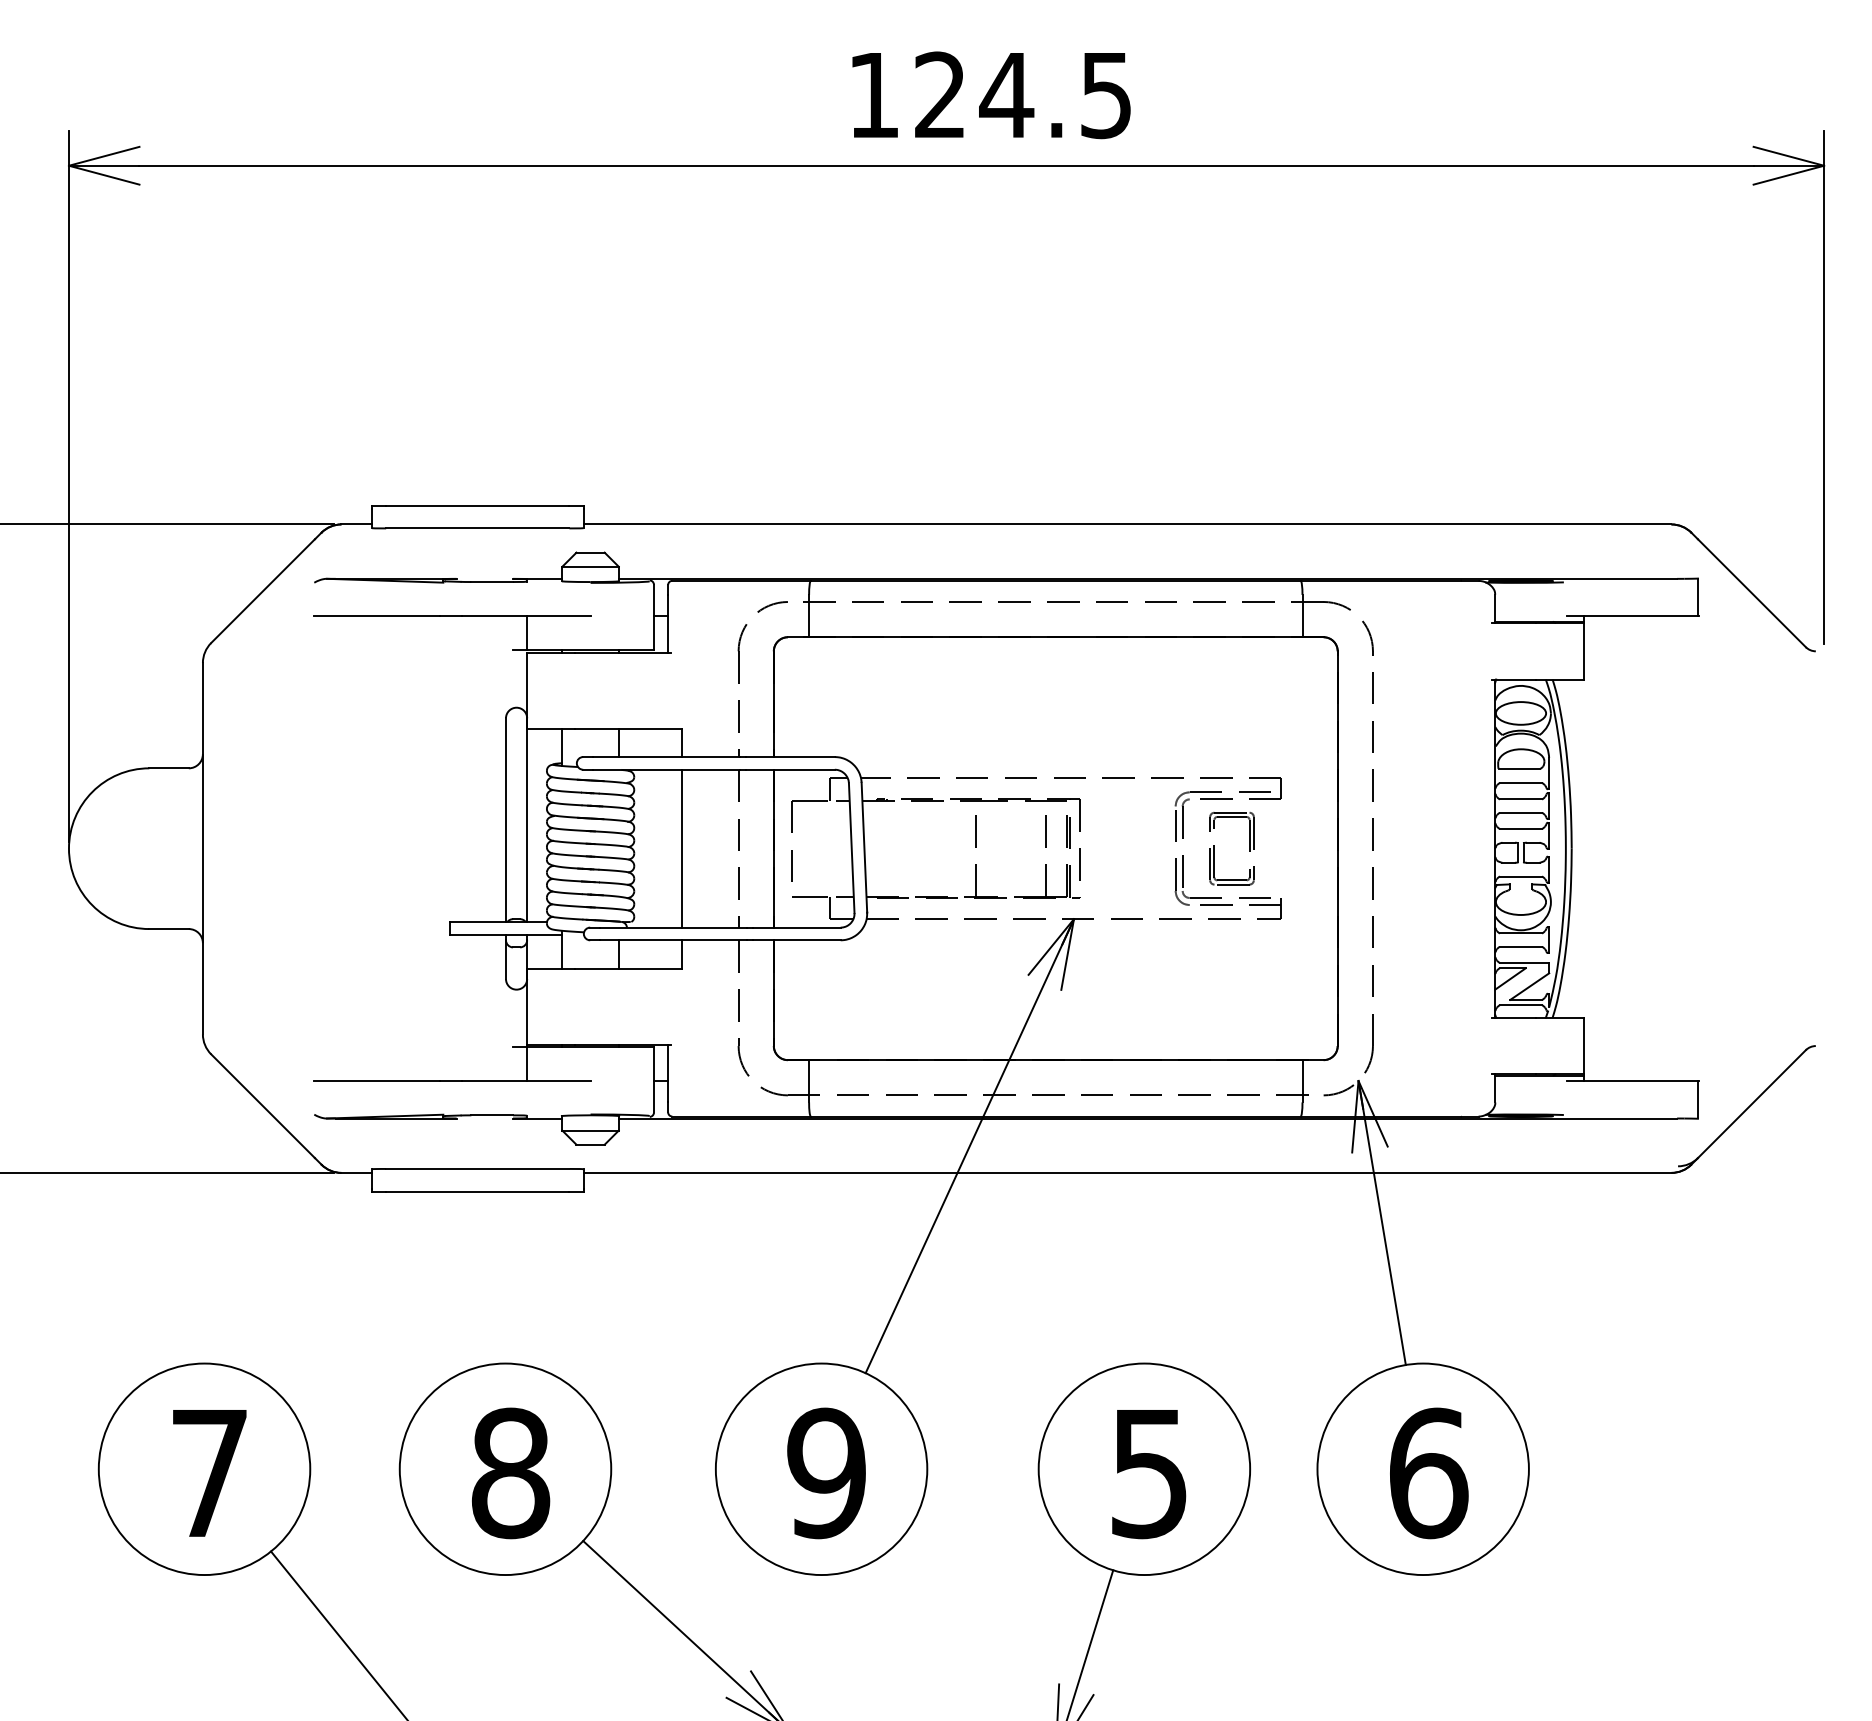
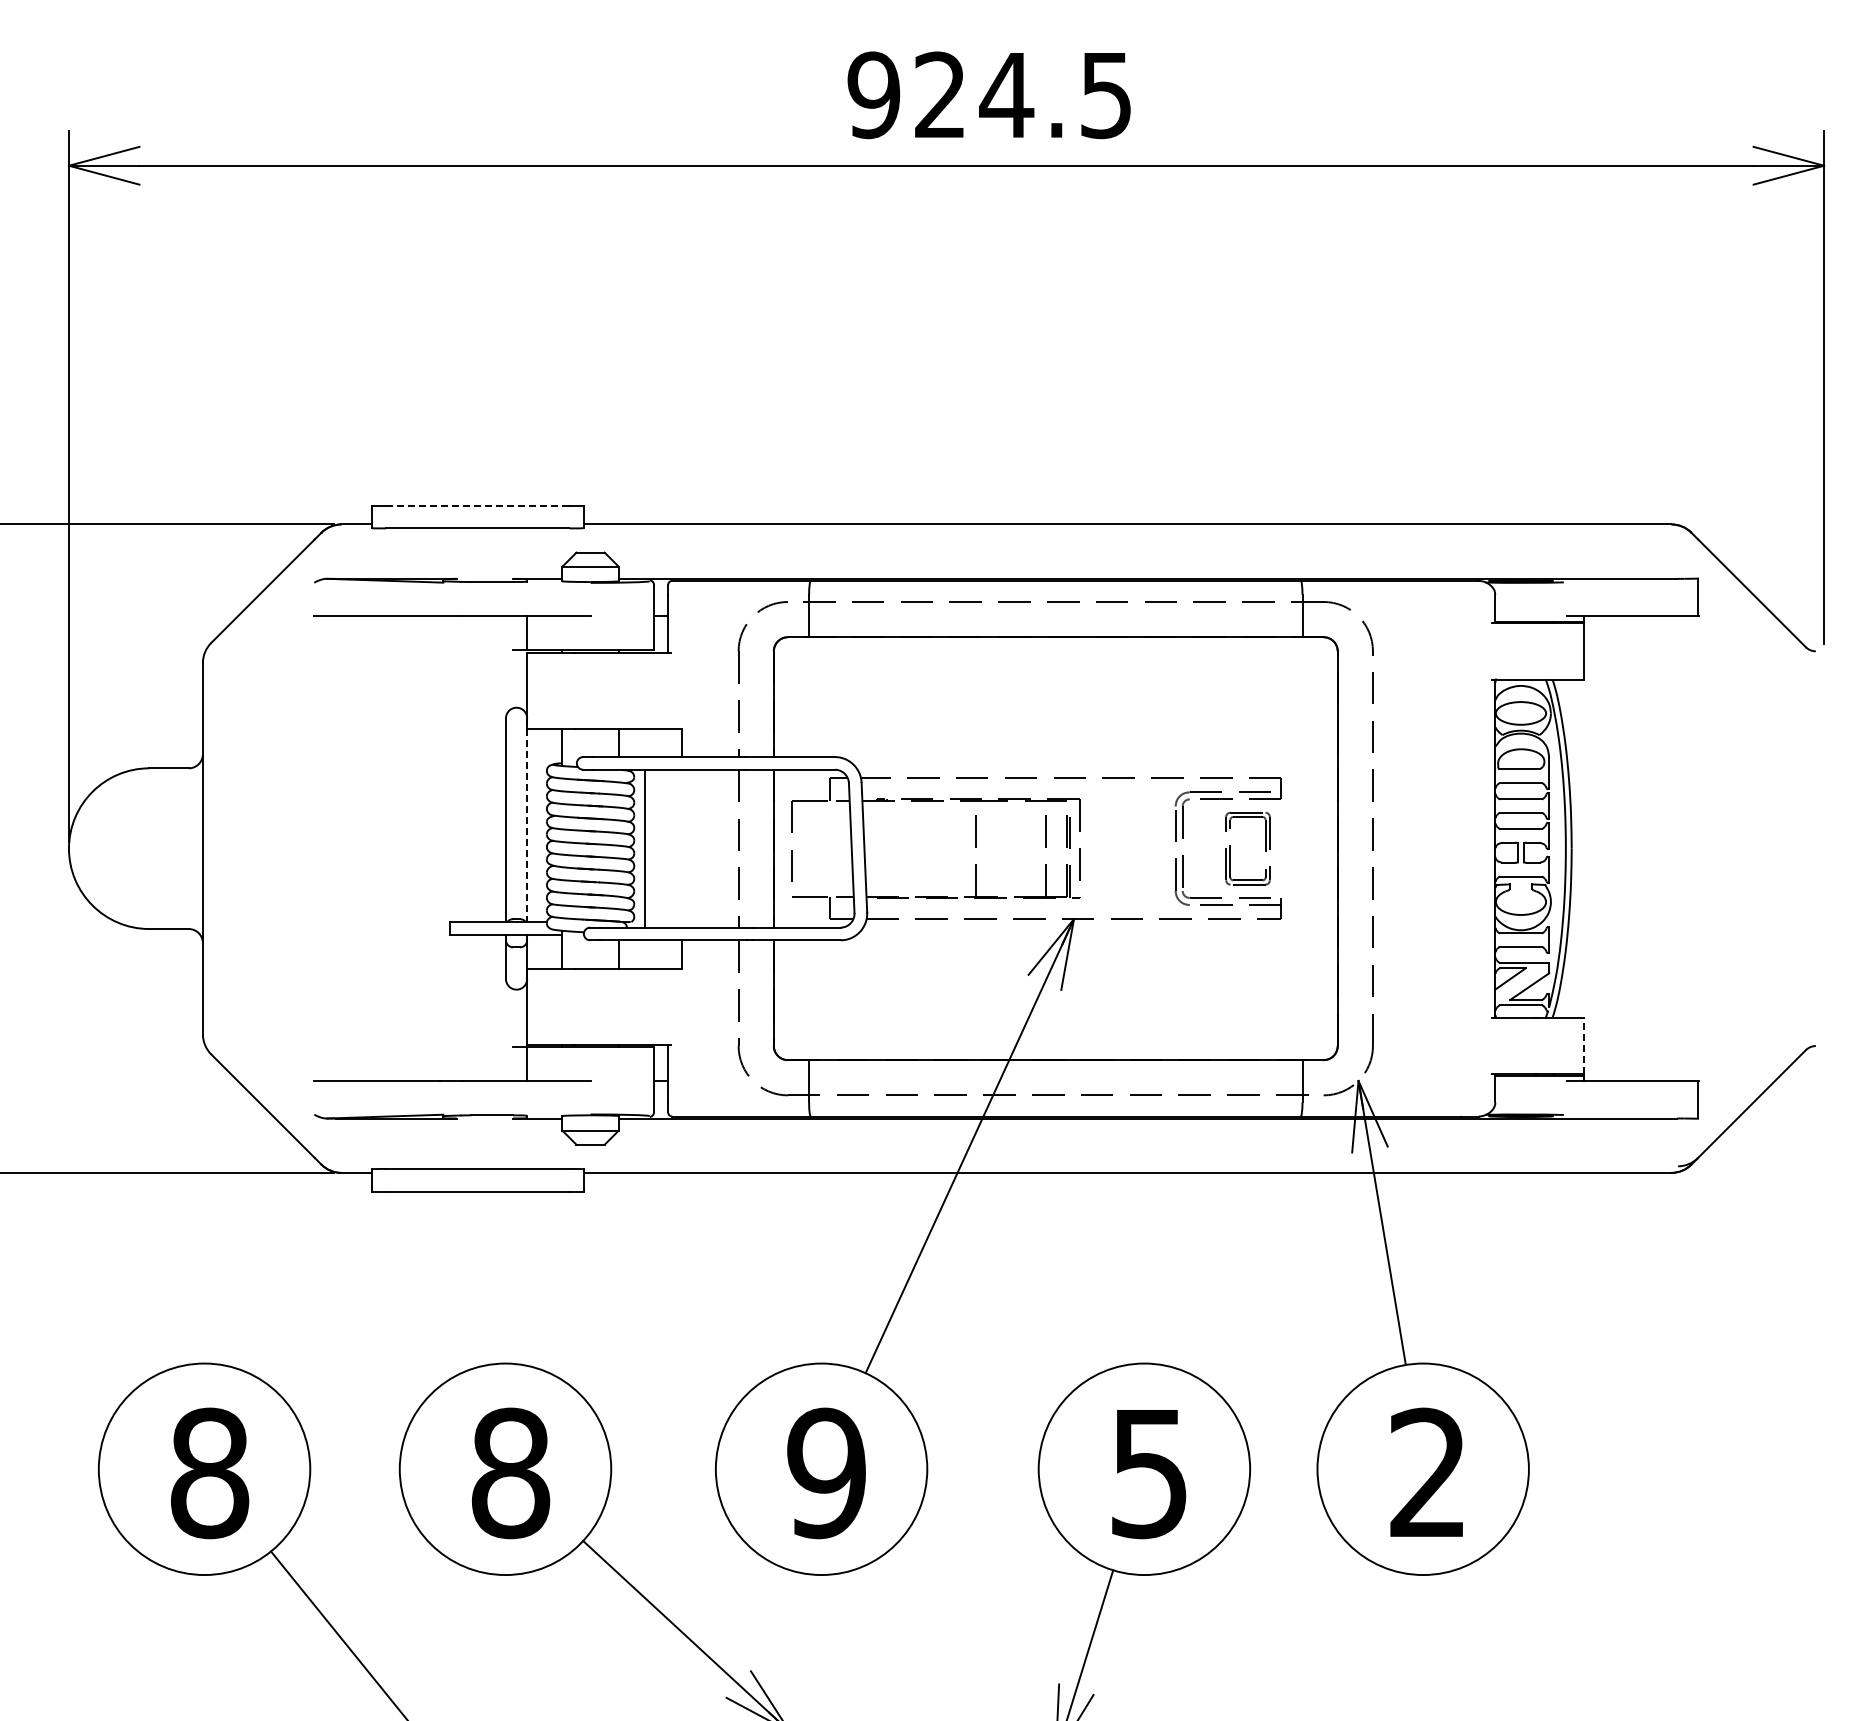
text at (873, 95): 124.5 -> 924.5
line at (477, 505): solid -> dashed
line at (527, 820): solid -> dashed
line at (682, 848) position: (682, 848) -> (645, 848)
part at (1214, 848) position: (1214, 848) -> (1230, 848)
line at (1584, 1045): solid -> dashed
text at (210, 1473): 7 -> 8
text at (1429, 1473): 6 -> 2
